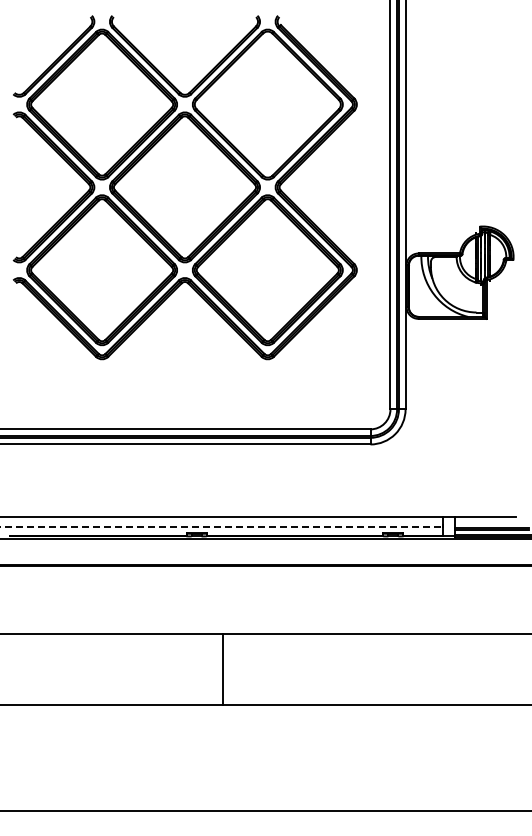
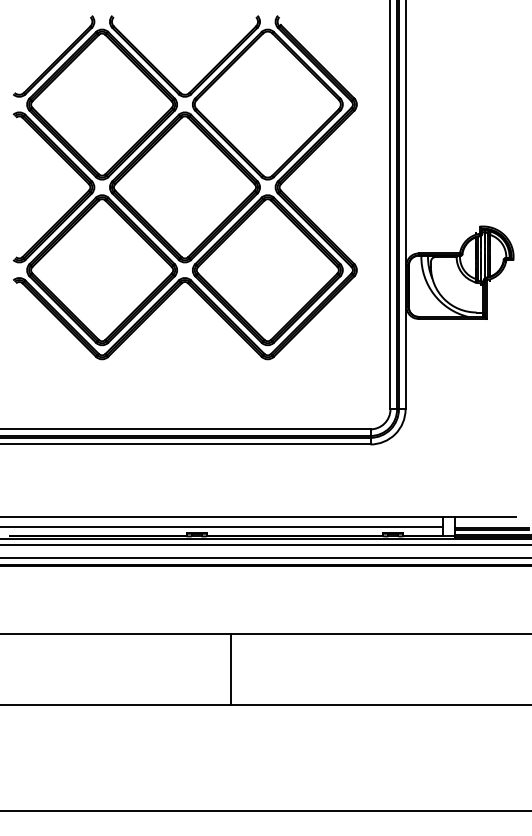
line at (222, 526): dashed -> solid
line at (265, 545): none -> present
line at (265, 557): none -> present
line at (223, 669) position: (223, 669) -> (231, 669)
